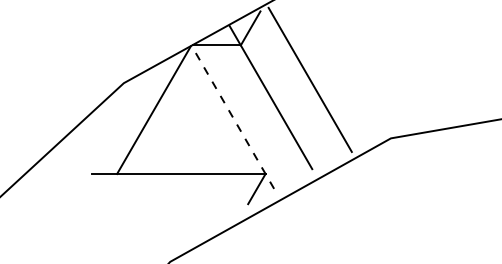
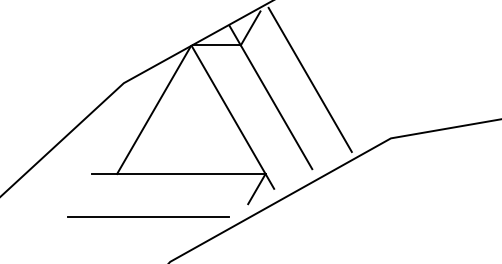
line at (232, 117): dashed -> solid
line at (148, 216): none -> present
